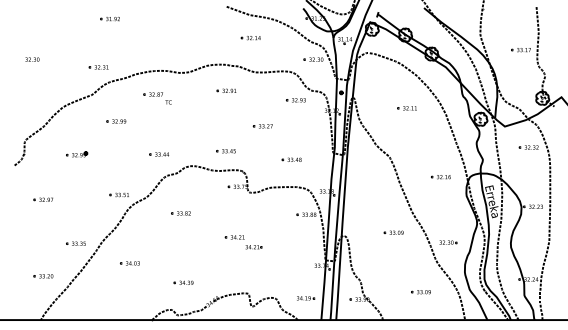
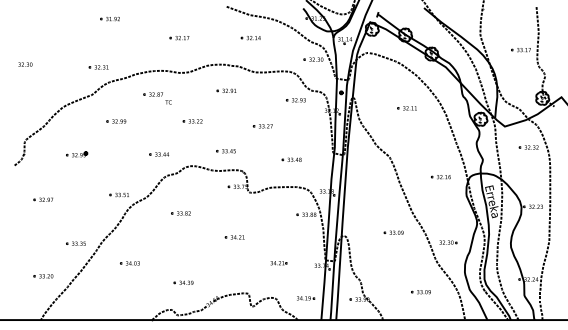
part at (179, 38): none -> present
text at (32, 59) position: (32, 59) -> (25, 64)
part at (192, 121): none -> present
part at (253, 247) position: (253, 247) -> (278, 263)
